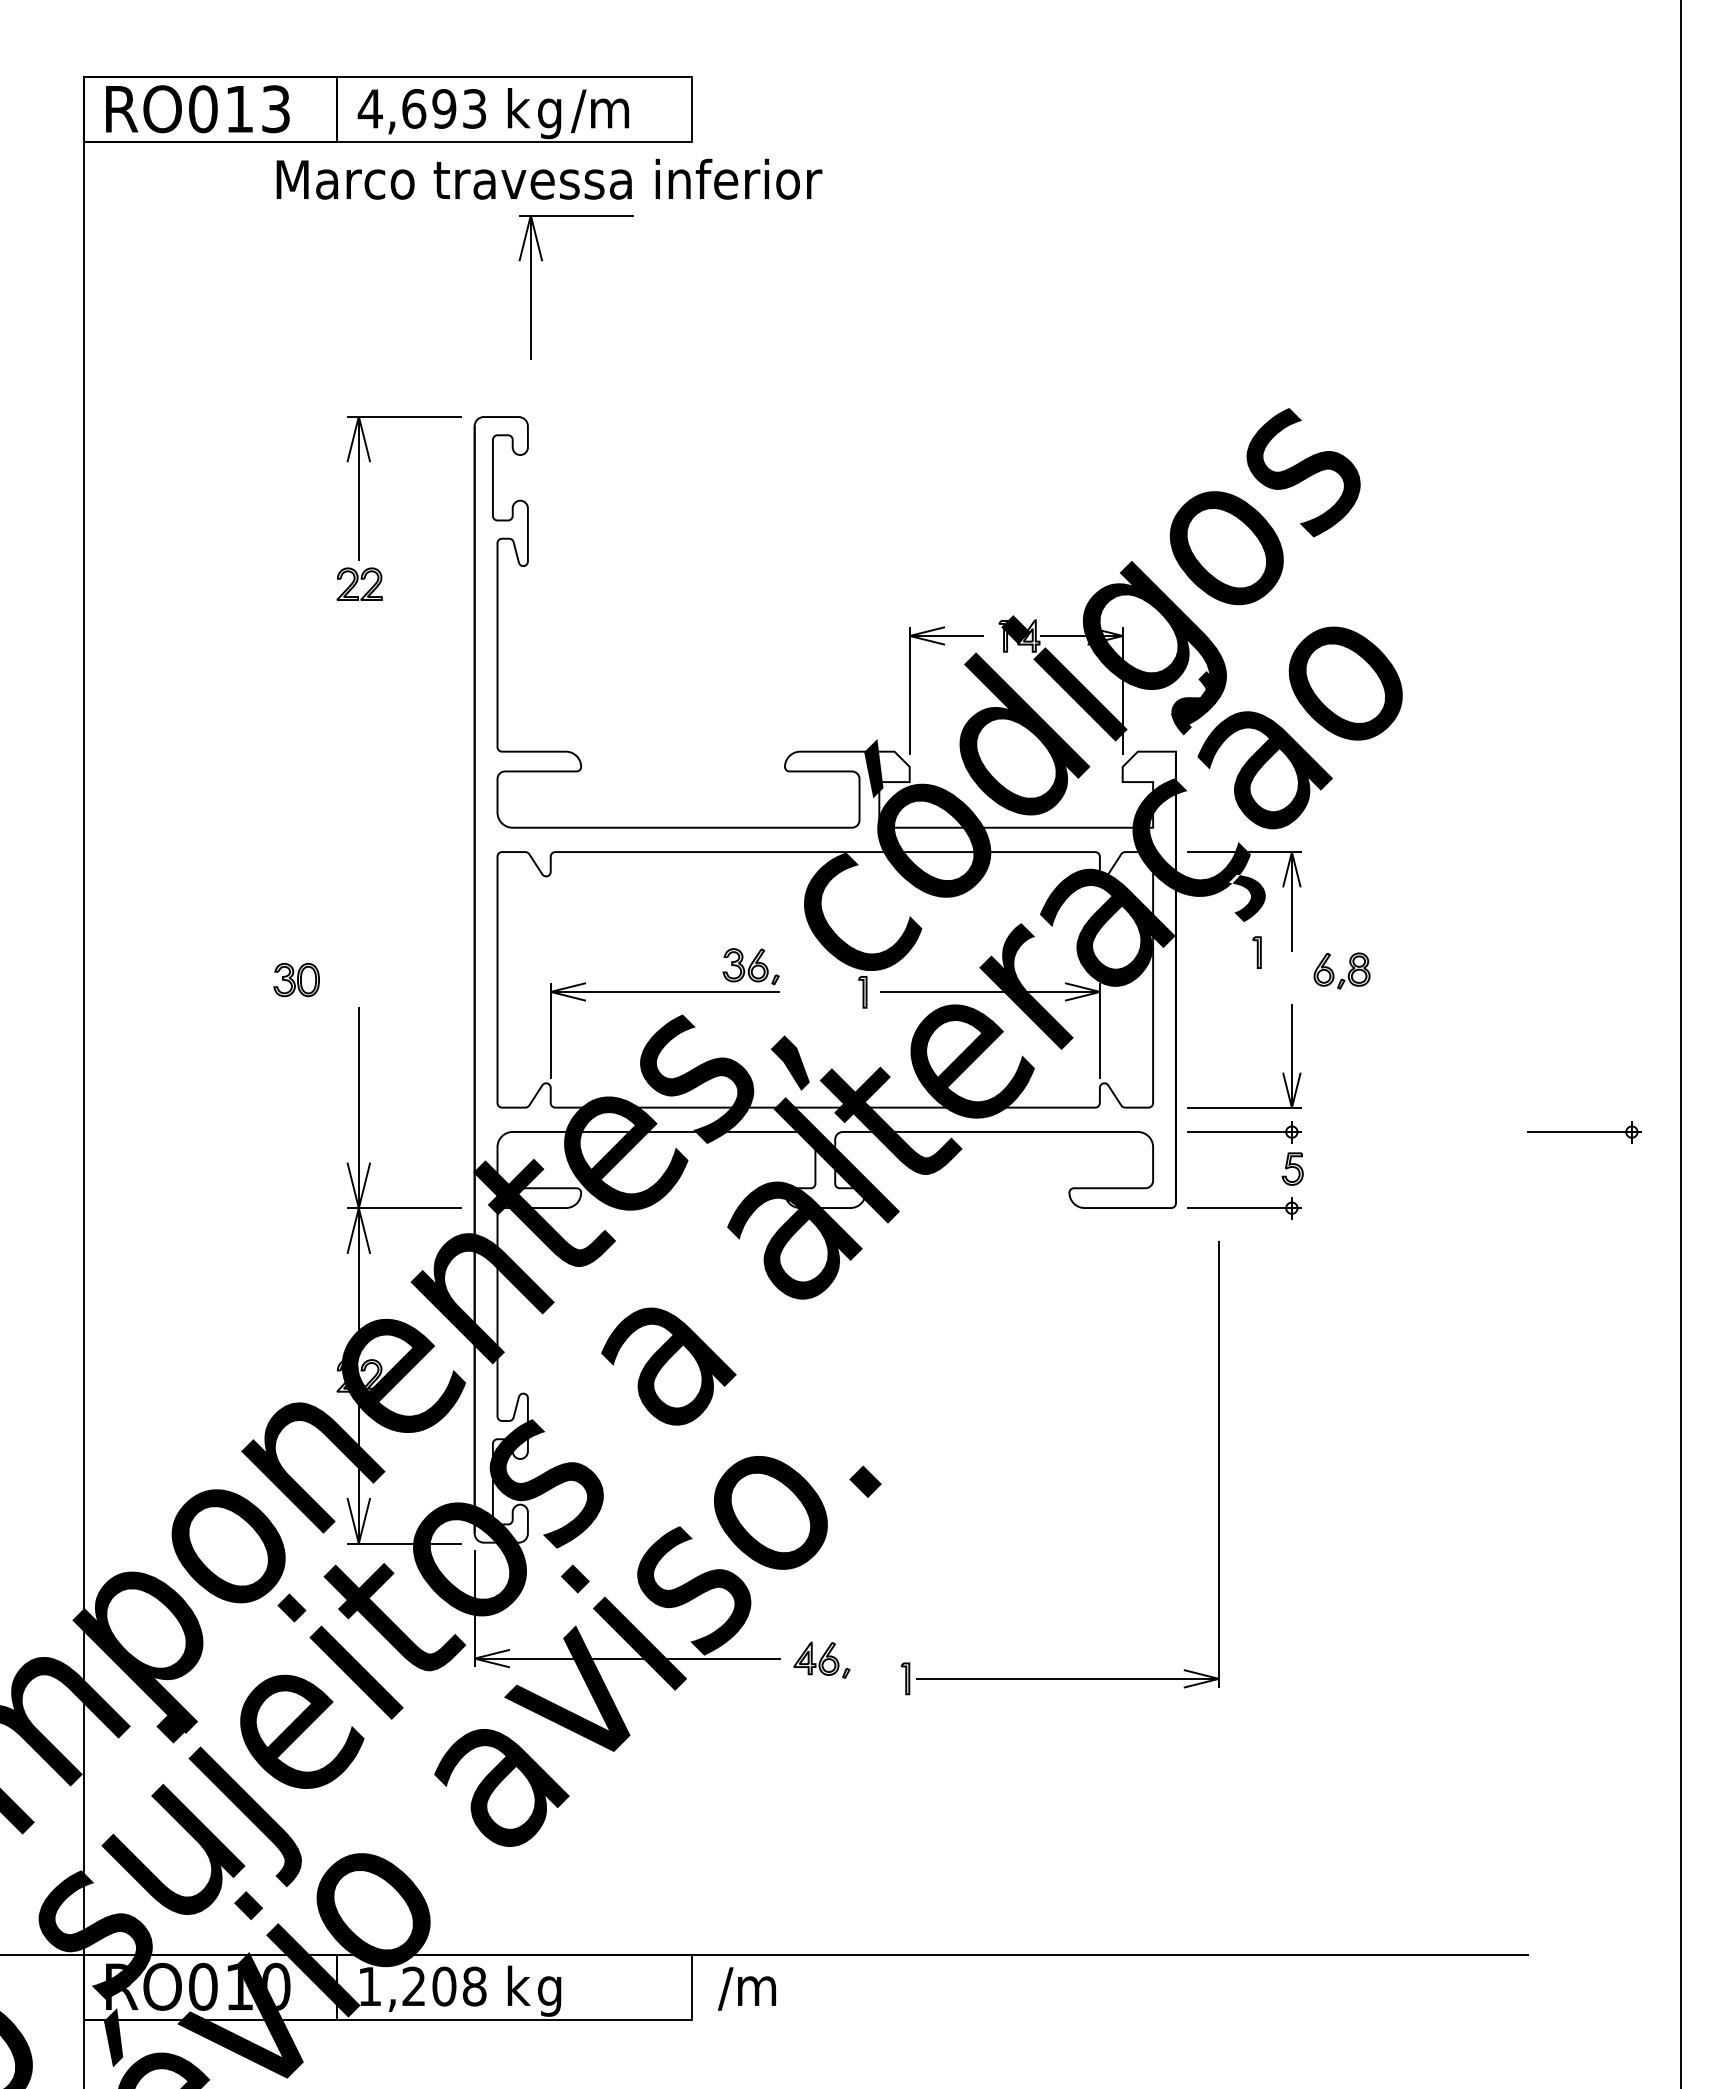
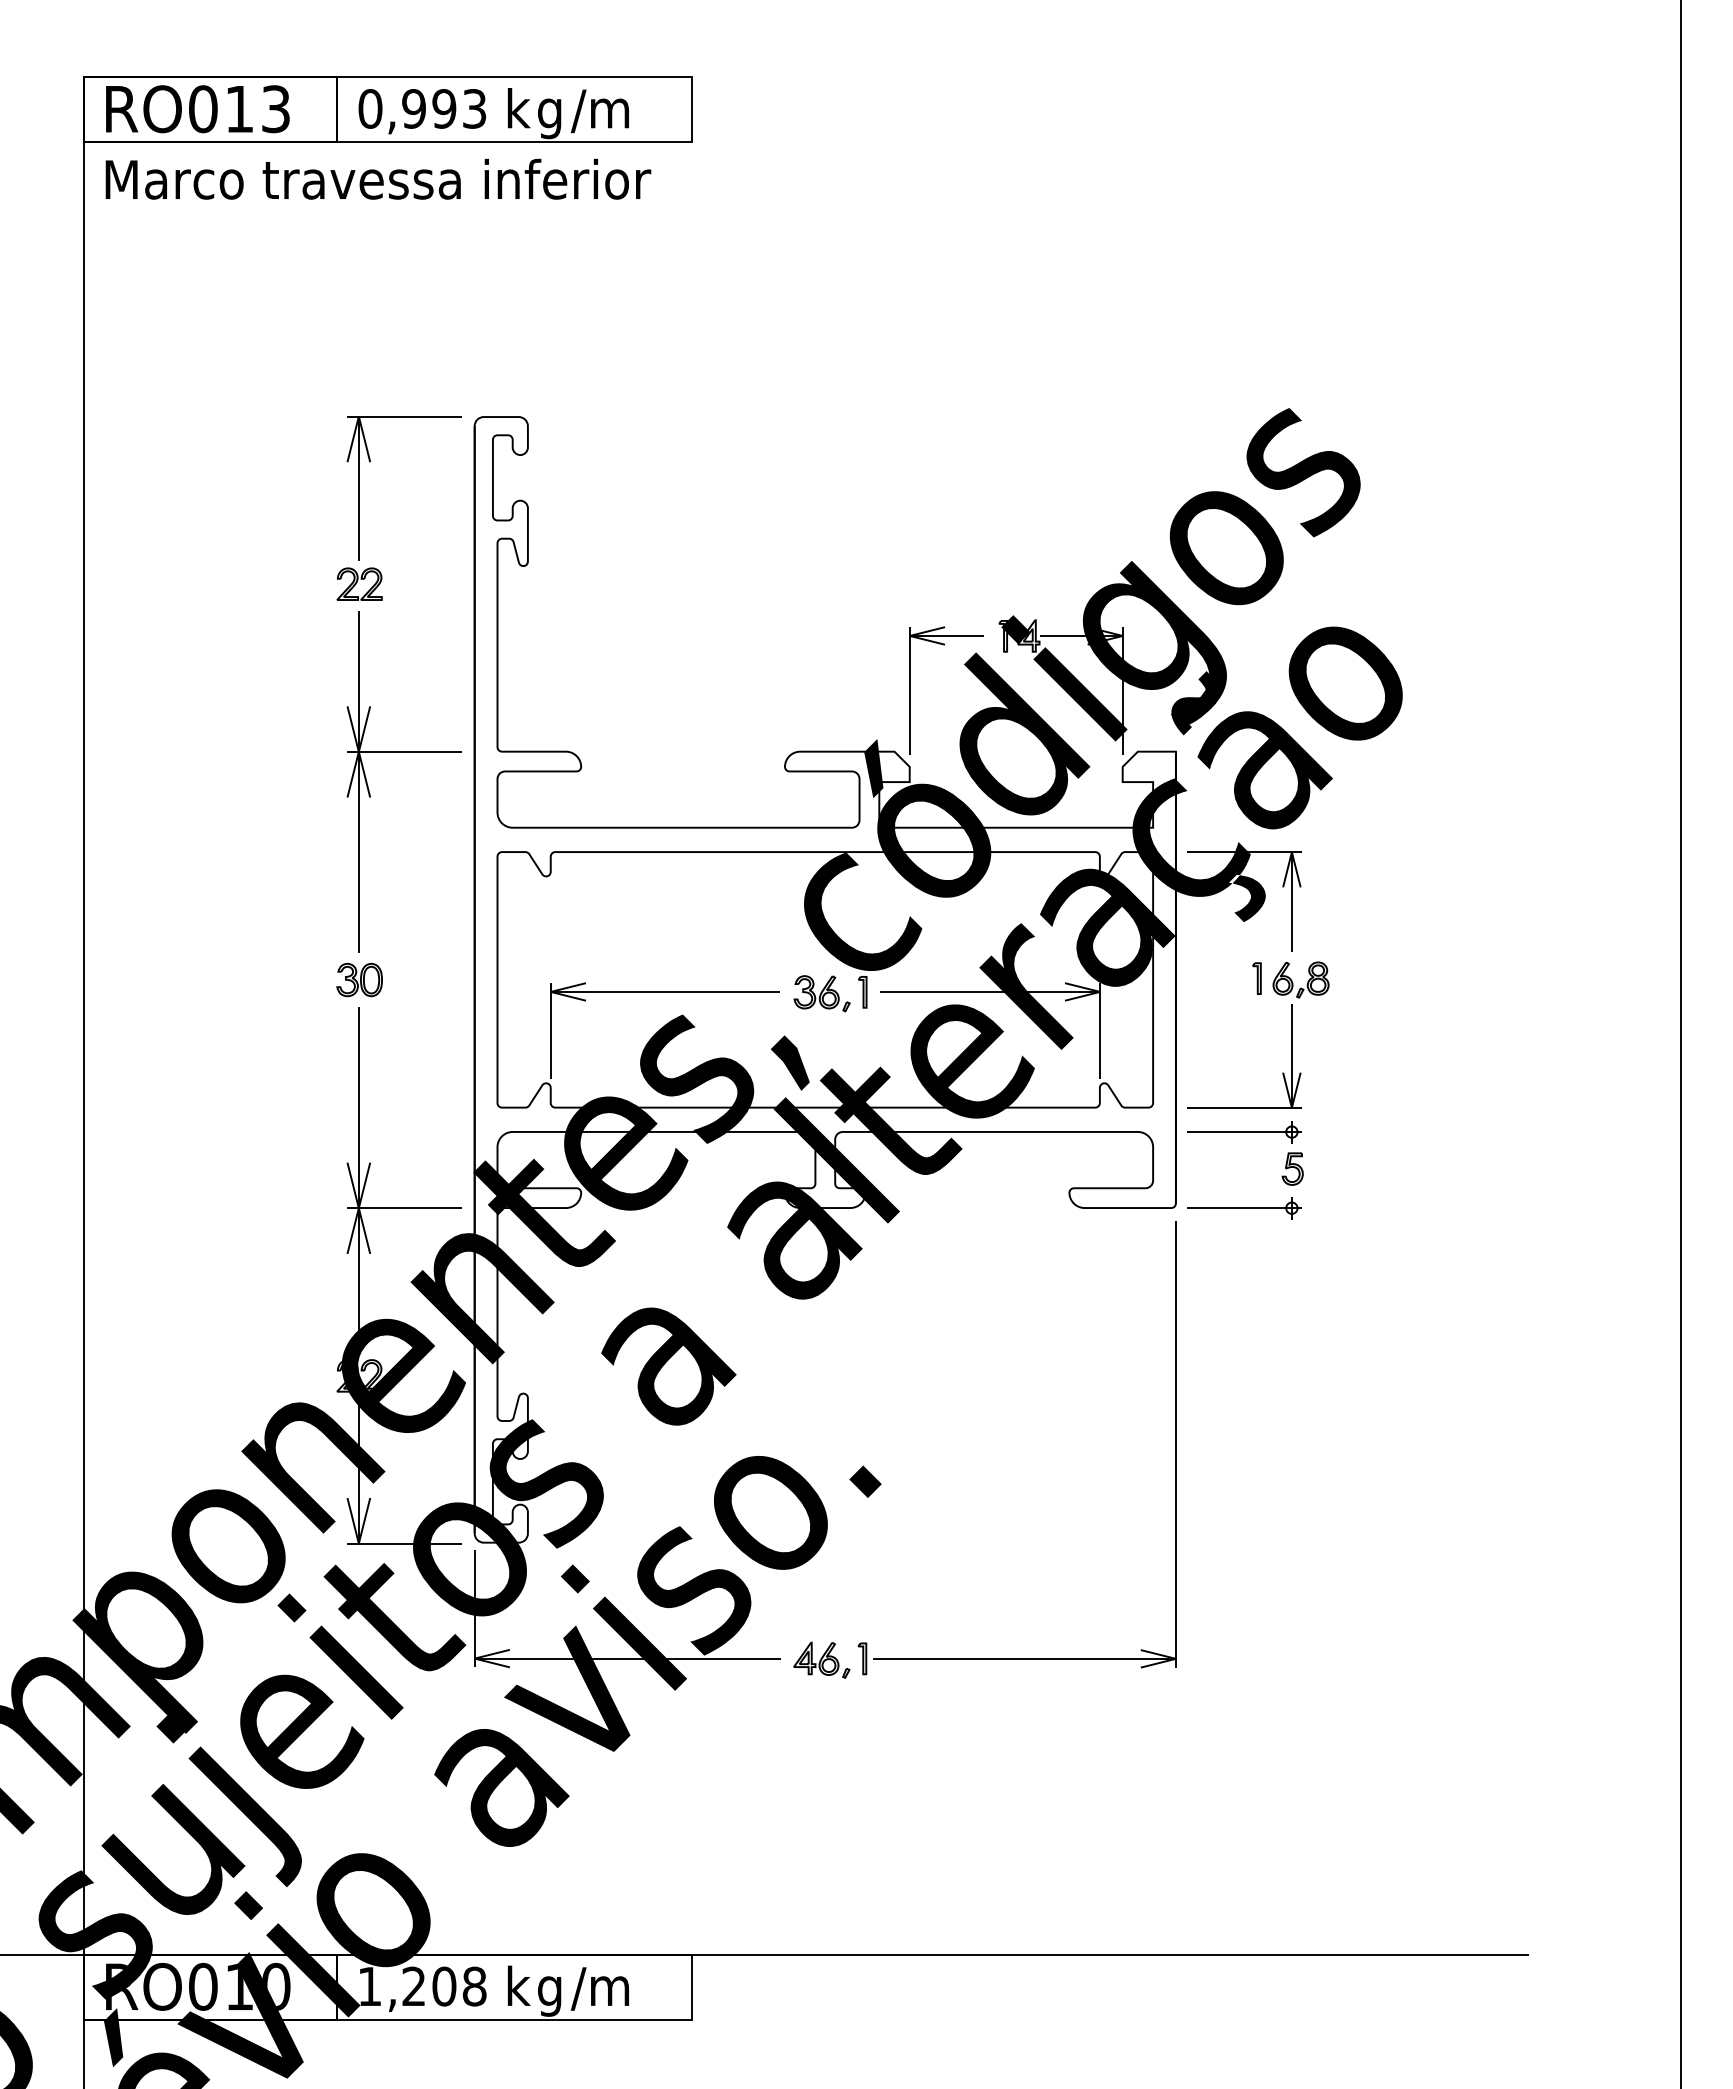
text at (369, 108): 4 -> 0
text at (414, 108): 693 -> 993
text at (549, 178) position: (549, 178) -> (378, 178)
part at (542, 261): present -> none
part at (403, 752): none -> present
part at (1256, 952) position: (1256, 952) -> (1256, 978)
part at (750, 966) position: (750, 966) -> (821, 993)
part at (1348, 972) position: (1348, 972) -> (1307, 981)
part at (296, 980) position: (296, 980) -> (359, 980)
part at (1584, 1132): present -> none
part at (1218, 1468) position: (1218, 1468) -> (1175, 1448)
text at (746, 1988) position: (746, 1988) -> (599, 1988)
